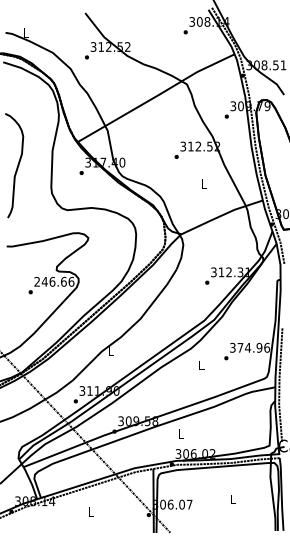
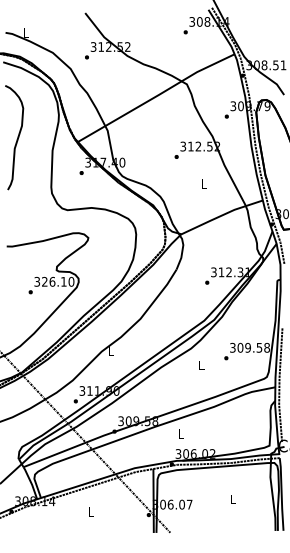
curve at (16, 167) position: (16, 167) -> (16, 139)
text at (54, 281): 246.66 -> 326.10
text at (253, 347): 374.96 -> 309.58
